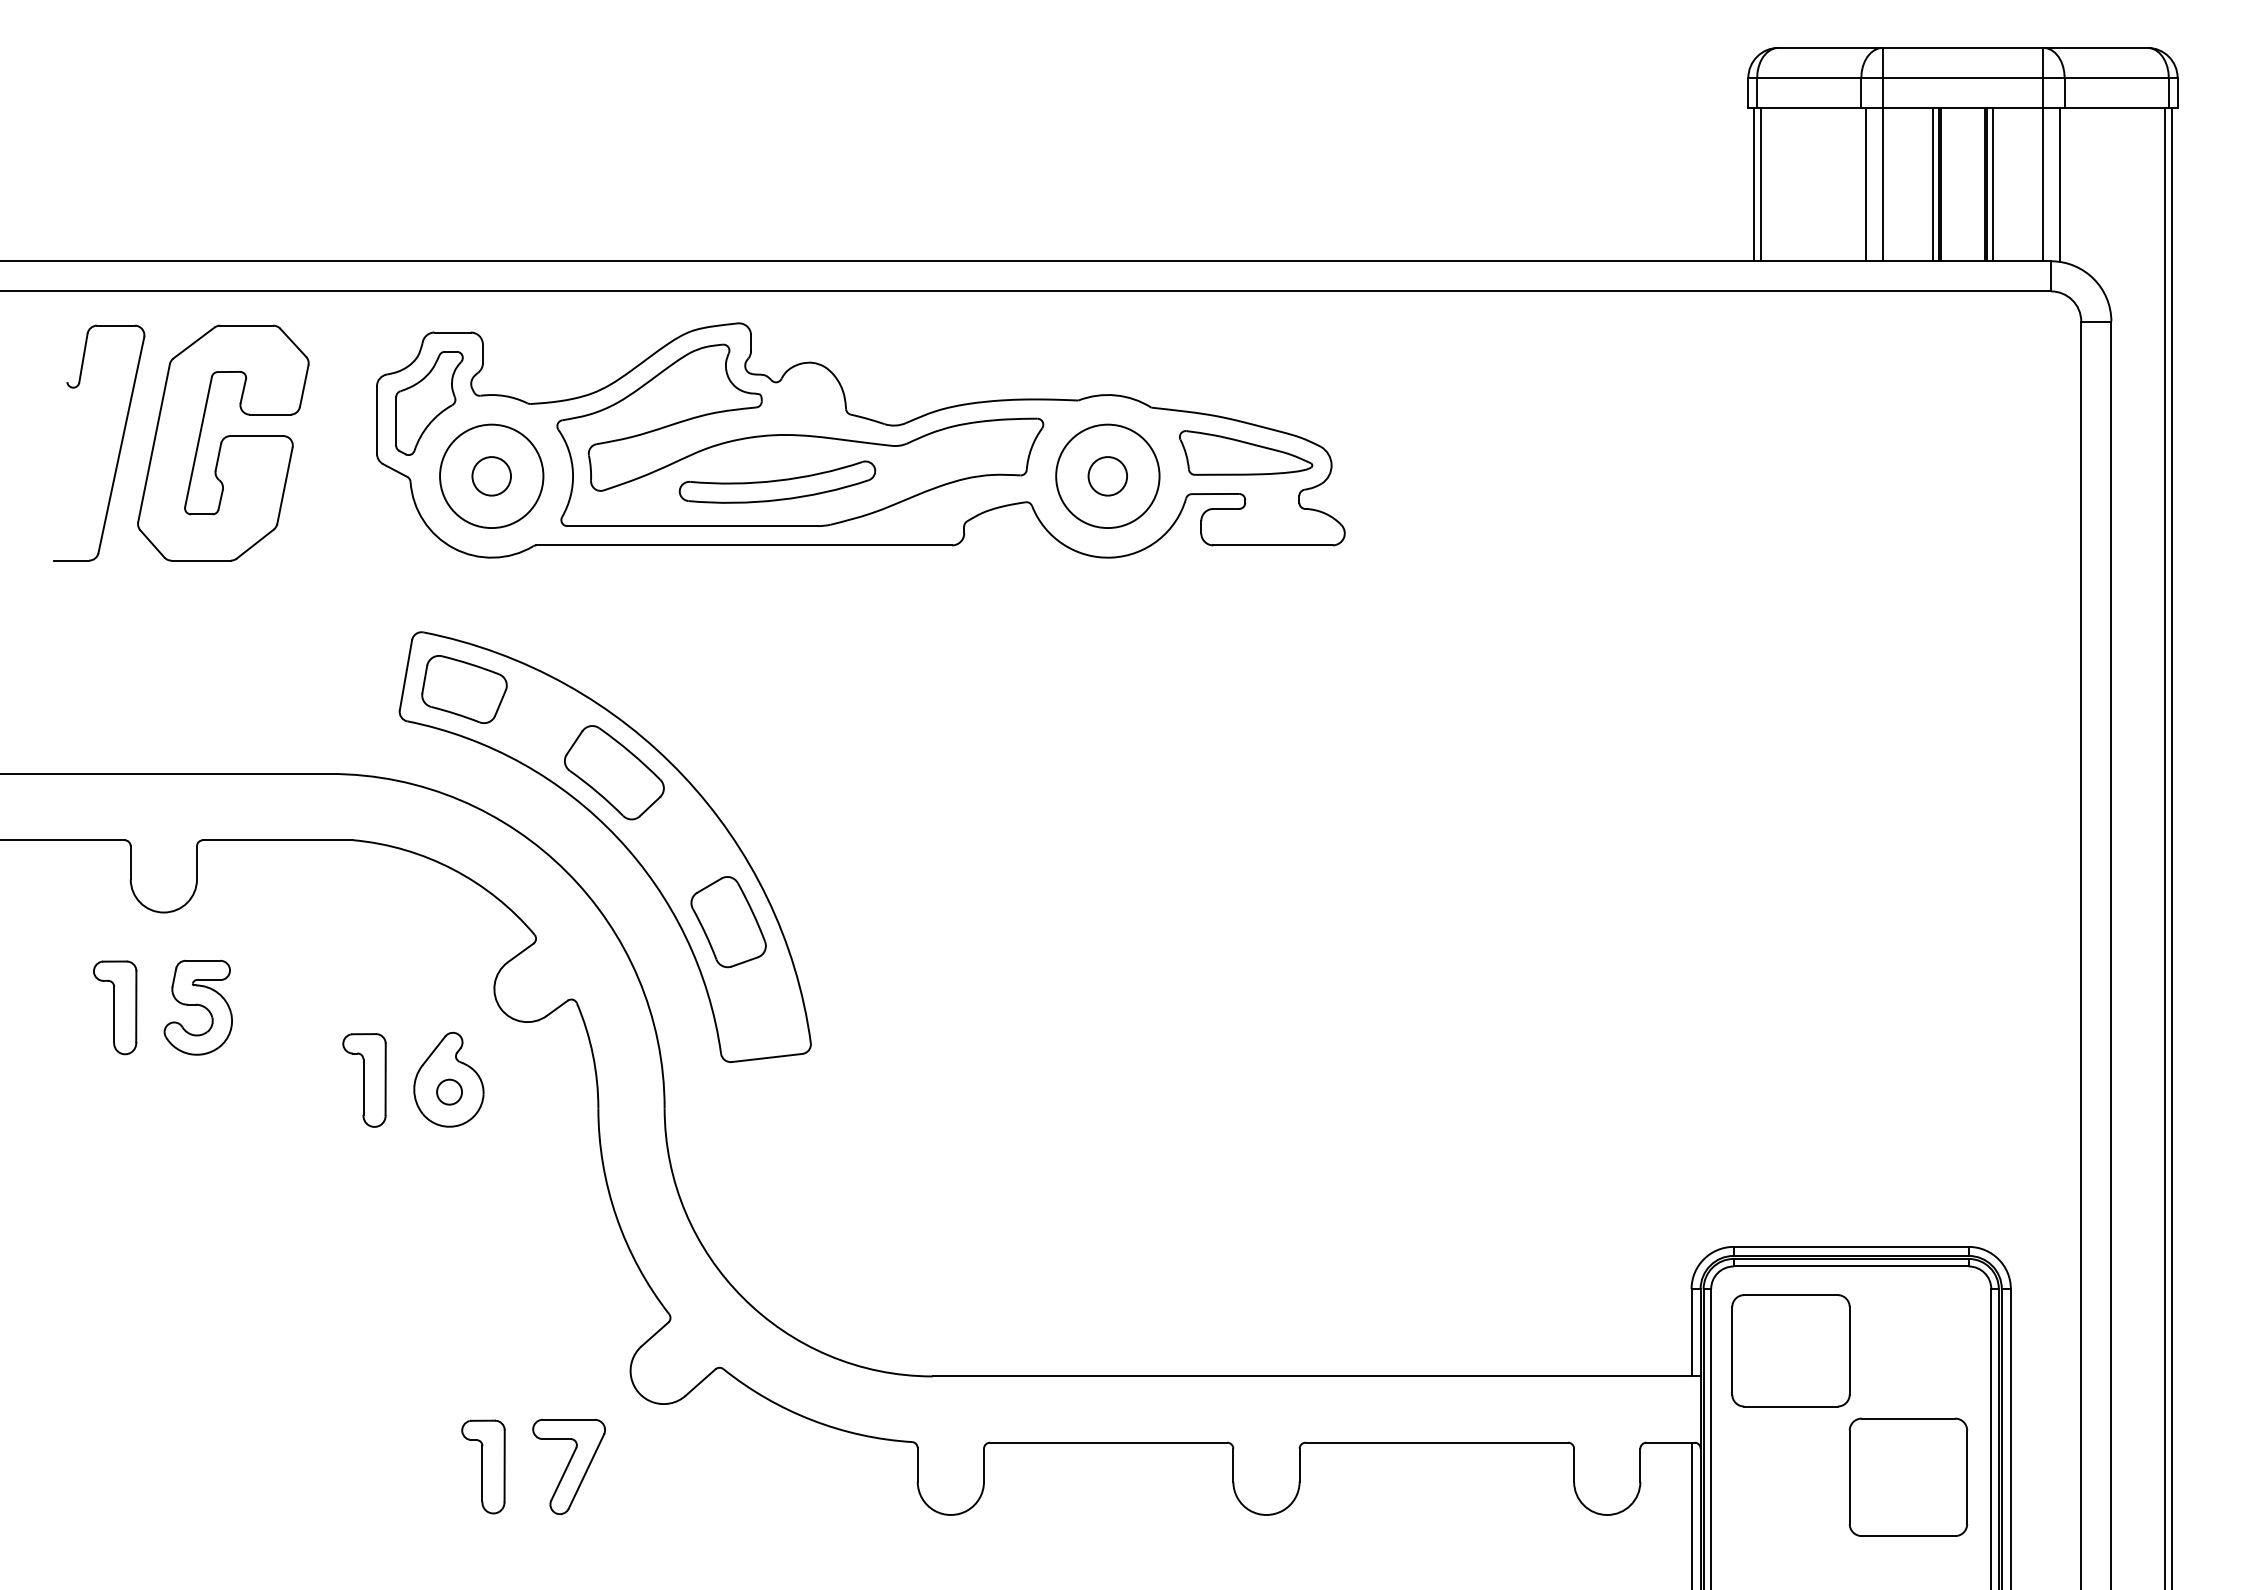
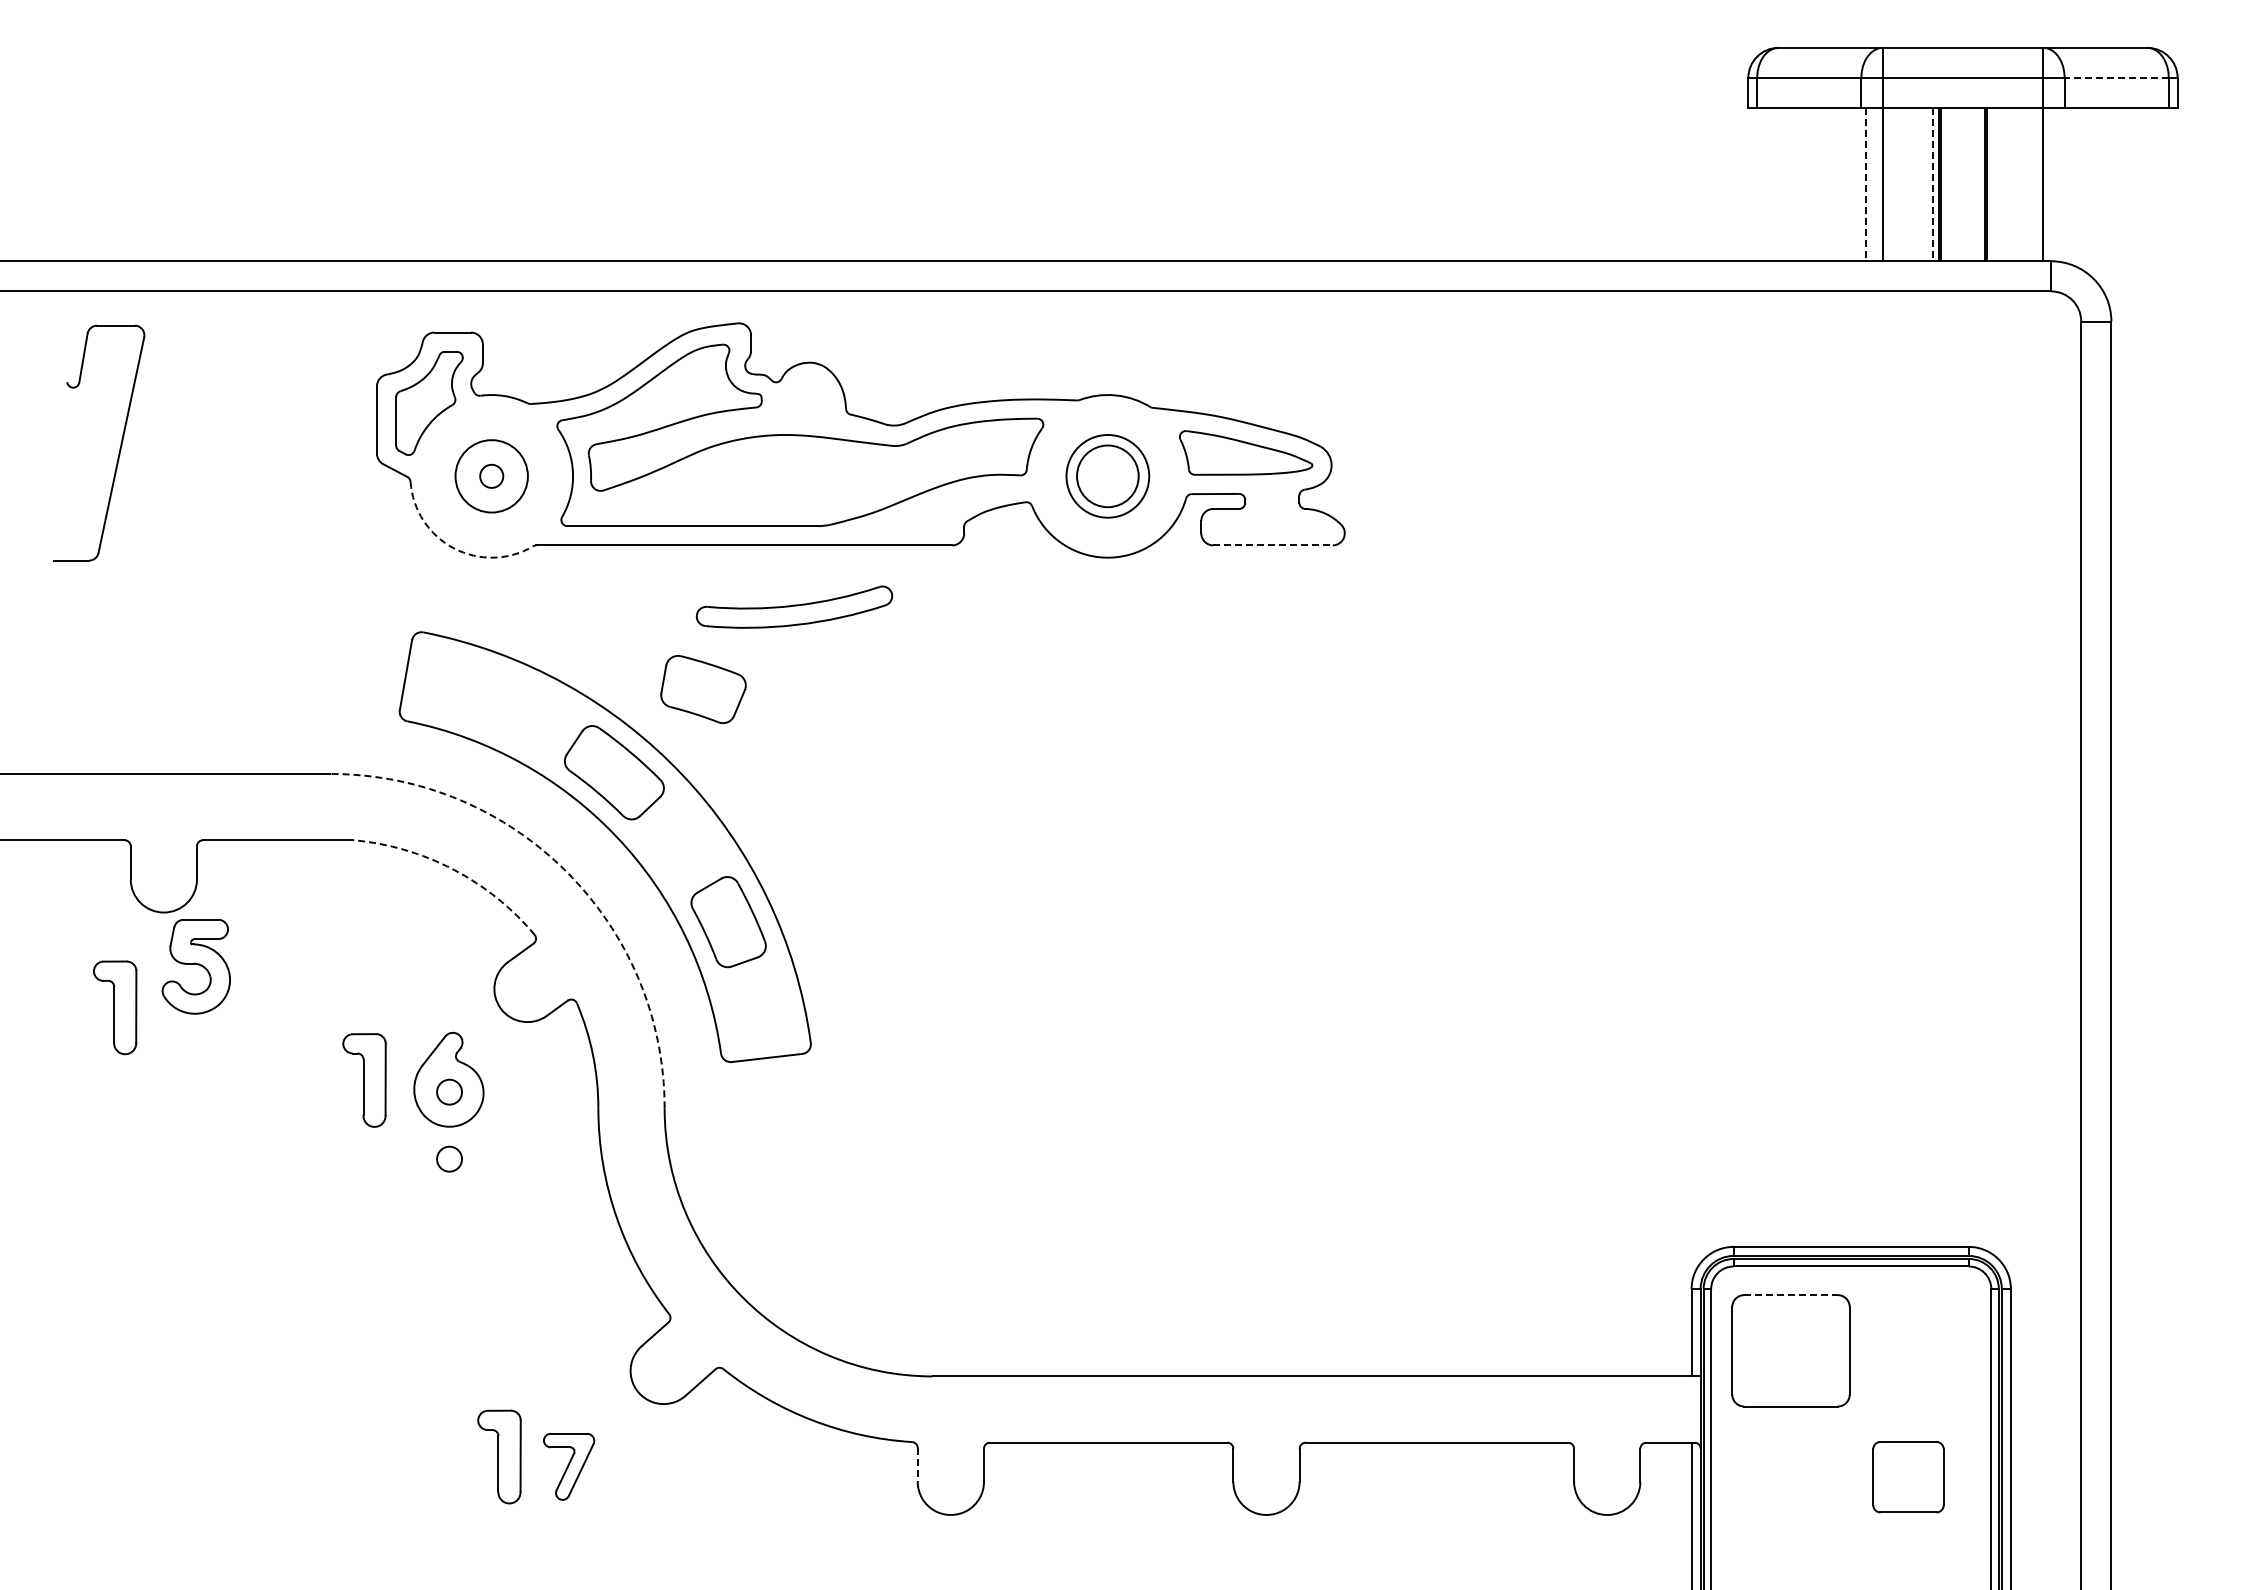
line at (2116, 78): solid -> dashed
line at (1754, 184): present -> none
line at (1761, 184): present -> none
line at (1865, 184): solid -> dashed
line at (1932, 184): solid -> dashed
line at (1993, 184): present -> none
line at (2060, 185): present -> none
part at (223, 442): present -> none
circle at (491, 476) diameter: 103 px -> 72 px
circle at (491, 476) diameter: 39 px -> 23 px
circle at (1107, 476) diameter: 103 px -> 83 px
circle at (1107, 476) diameter: 39 px -> 62 px
part at (777, 481) position: (777, 481) -> (794, 606)
line at (1273, 545): solid -> dashed
arc at (453, 548): solid -> dashed
part at (464, 689) position: (464, 689) -> (703, 689)
line at (2164, 847): present -> none
line at (2171, 847): present -> none
arc at (453, 869): solid -> dashed
arc at (566, 871): solid -> dashed
part at (197, 1007) position: (197, 1007) -> (195, 966)
circle at (449, 1158): none -> present
line at (1790, 1295): solid -> dashed
line at (917, 1464): solid -> dashed
part at (483, 1466) position: (483, 1466) -> (499, 1456)
part at (568, 1466) size: 74x97 px -> 53x68 px
part at (1908, 1476) size: 121x120 px -> 73x73 px
